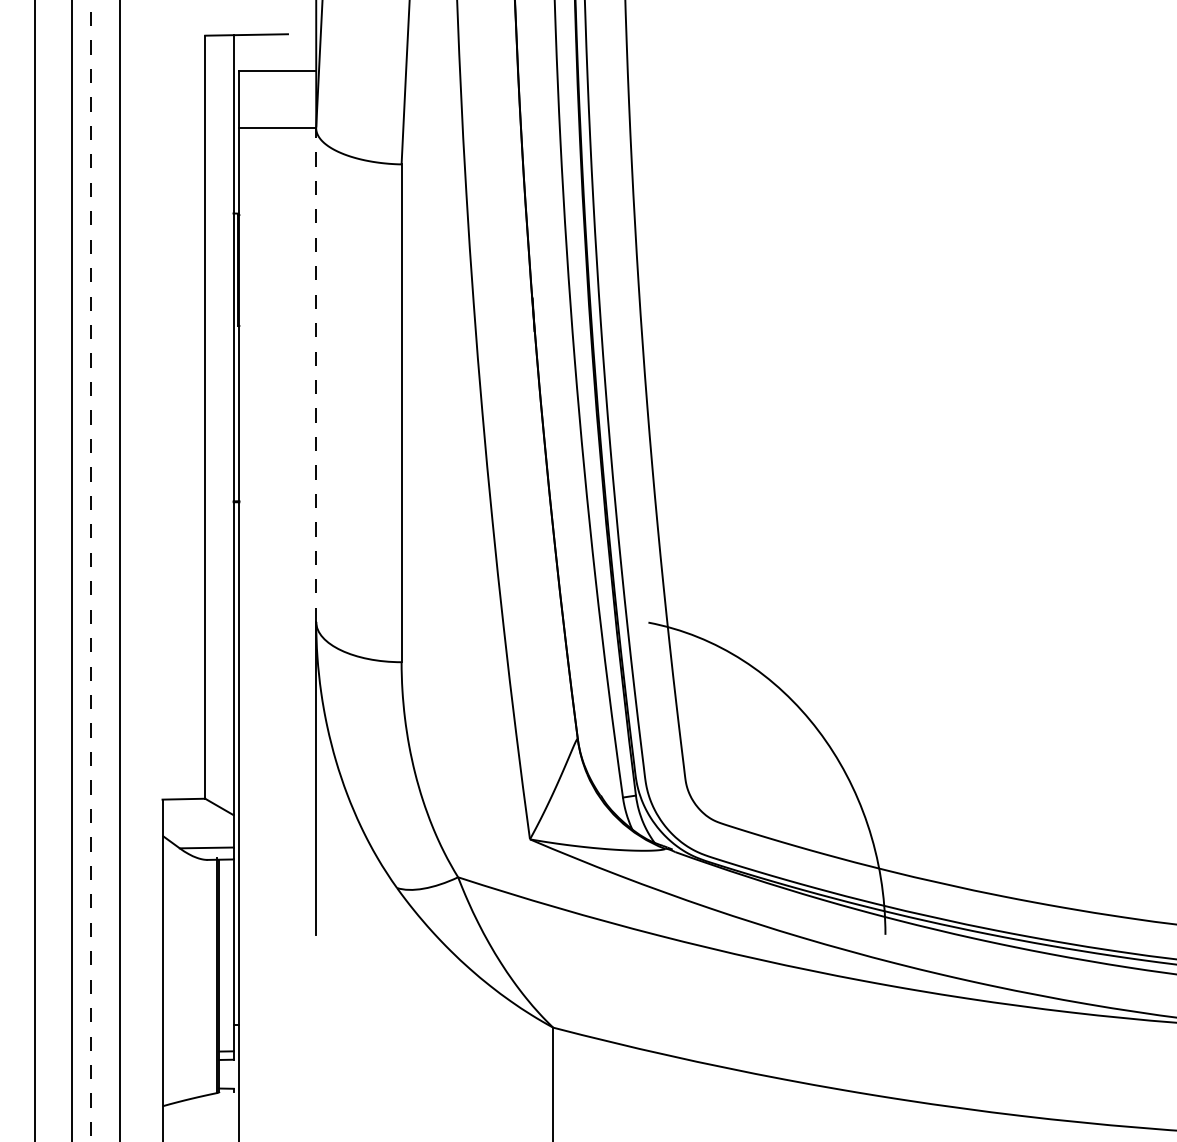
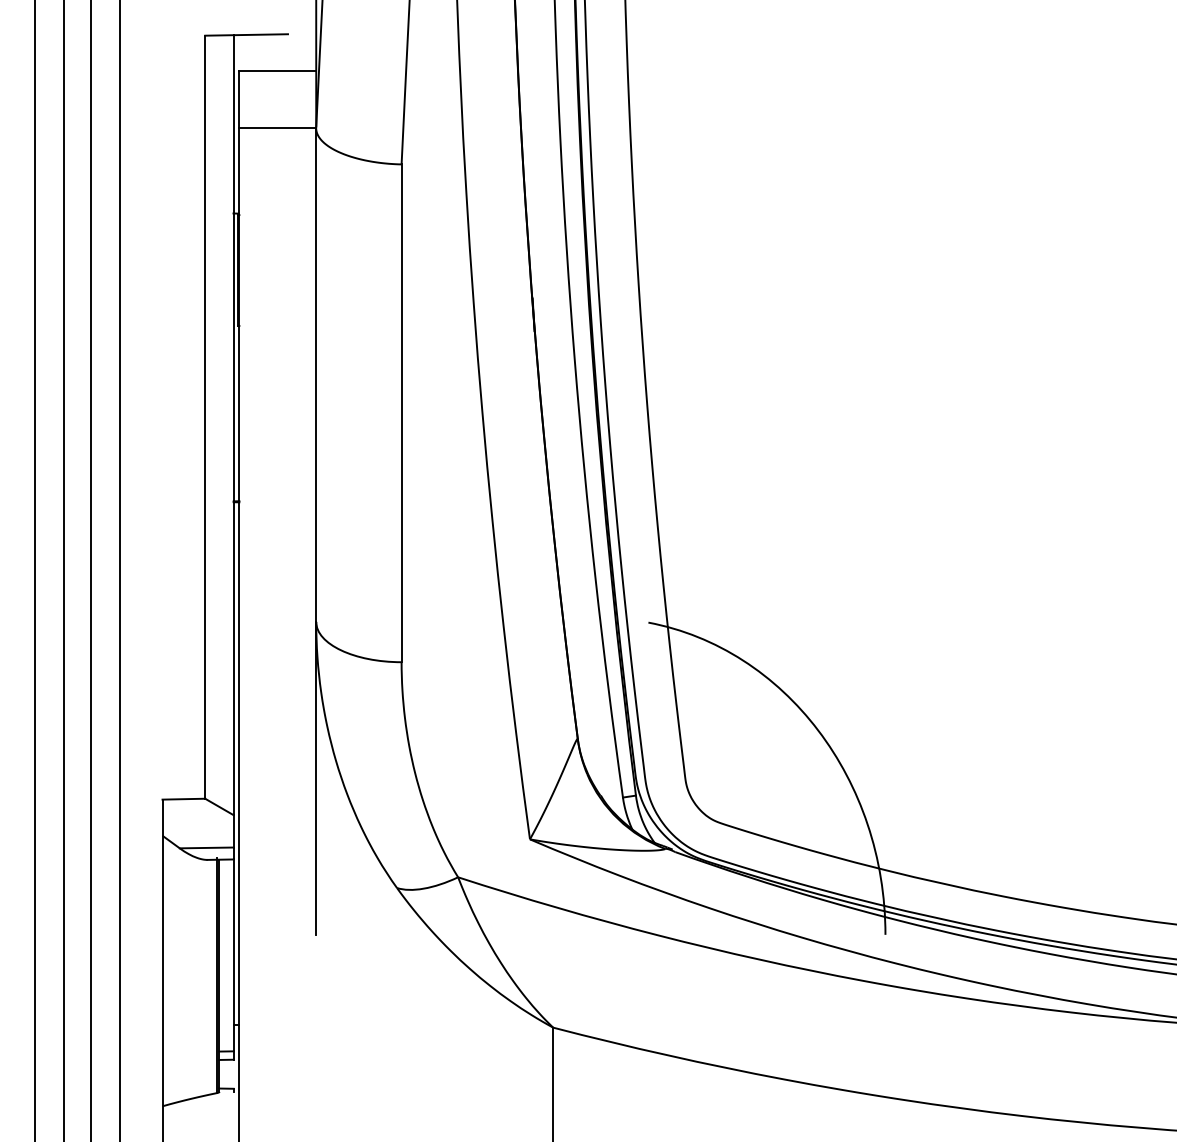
line at (316, 375): dashed -> solid
line at (71, 570) position: (71, 570) -> (63, 570)
line at (91, 570): dashed -> solid
